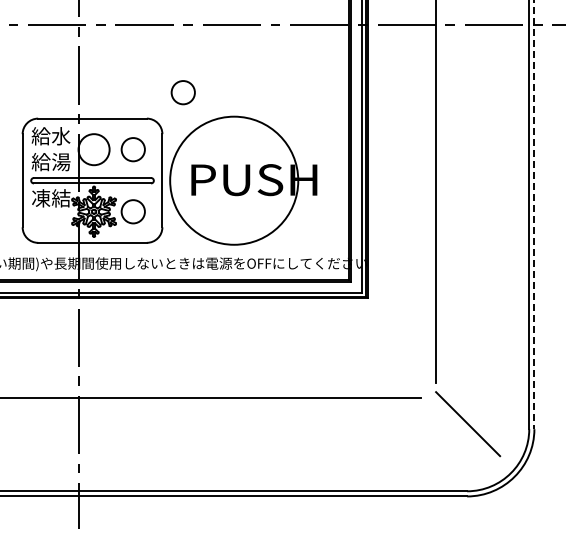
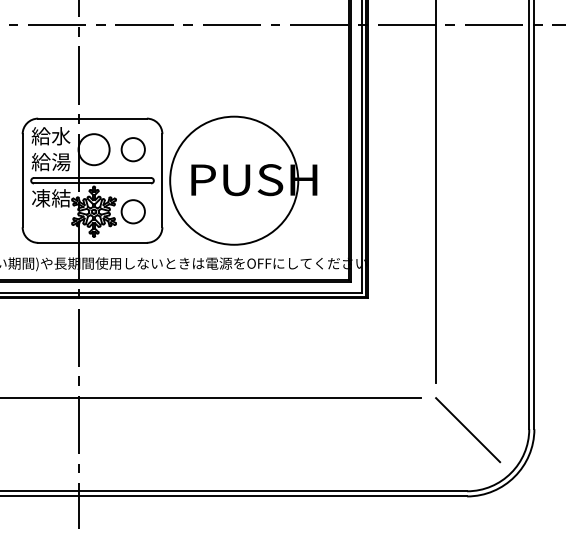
circle at (182, 92): present -> none
line at (534, 215): dashed -> solid
line at (468, 424) position: (468, 424) -> (468, 430)
